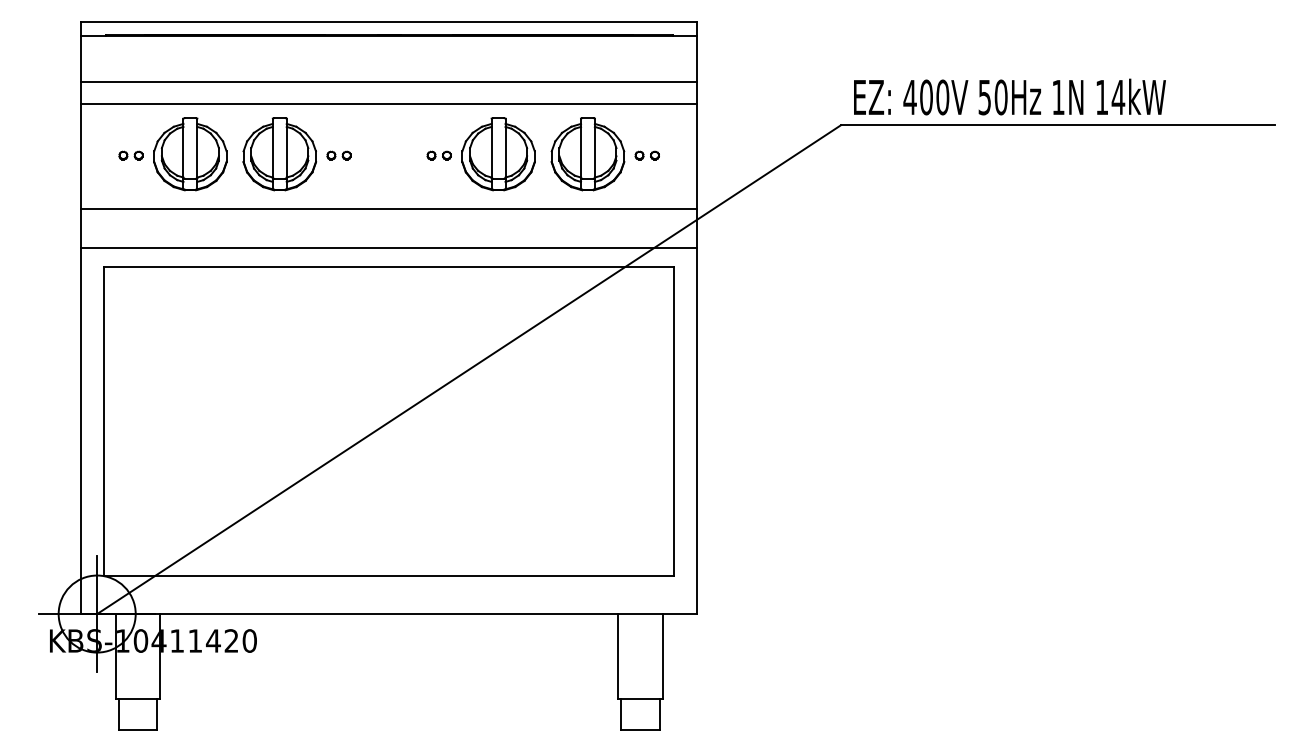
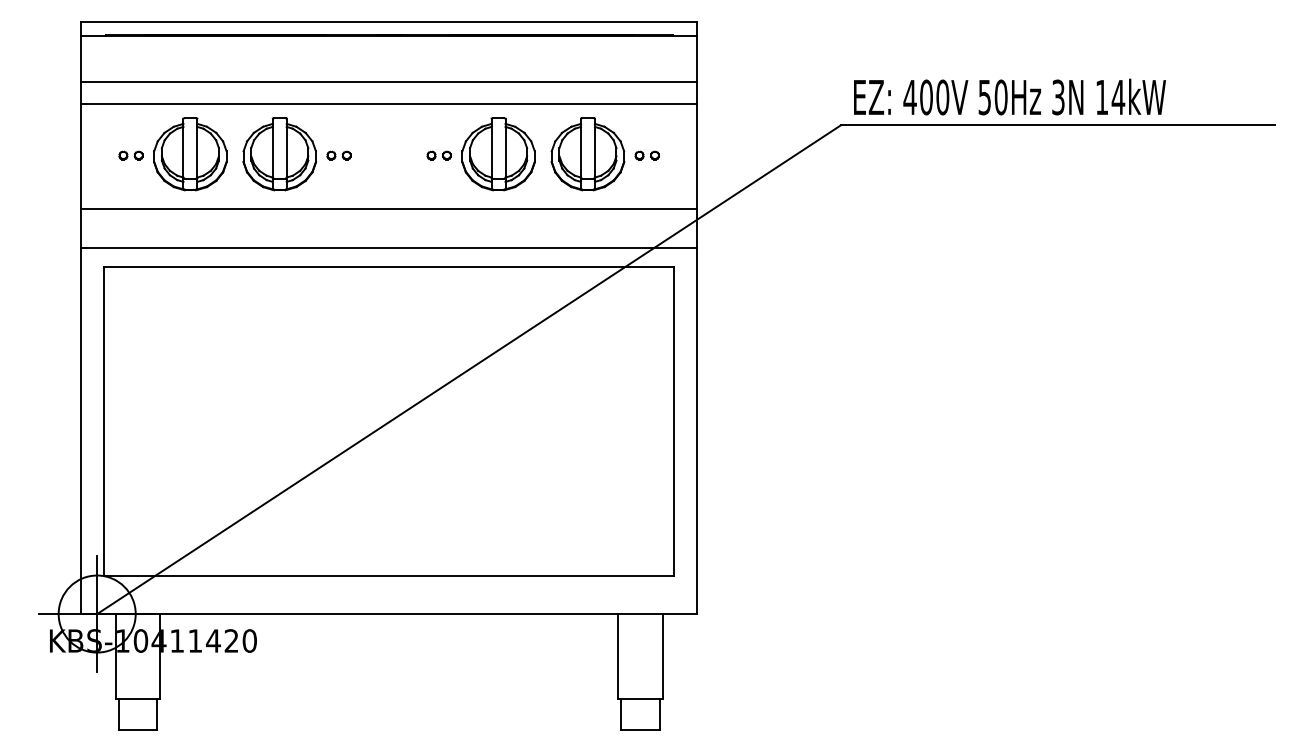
text at (1058, 97): 1N -> 3N
